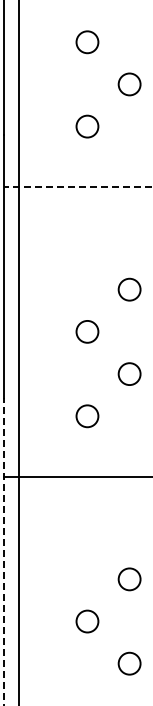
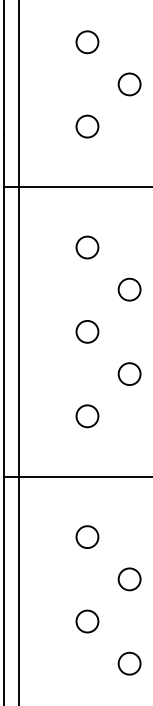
line at (78, 187): dashed -> solid
circle at (87, 247): none -> present
circle at (87, 536): none -> present
line at (4, 551): dashed -> solid
